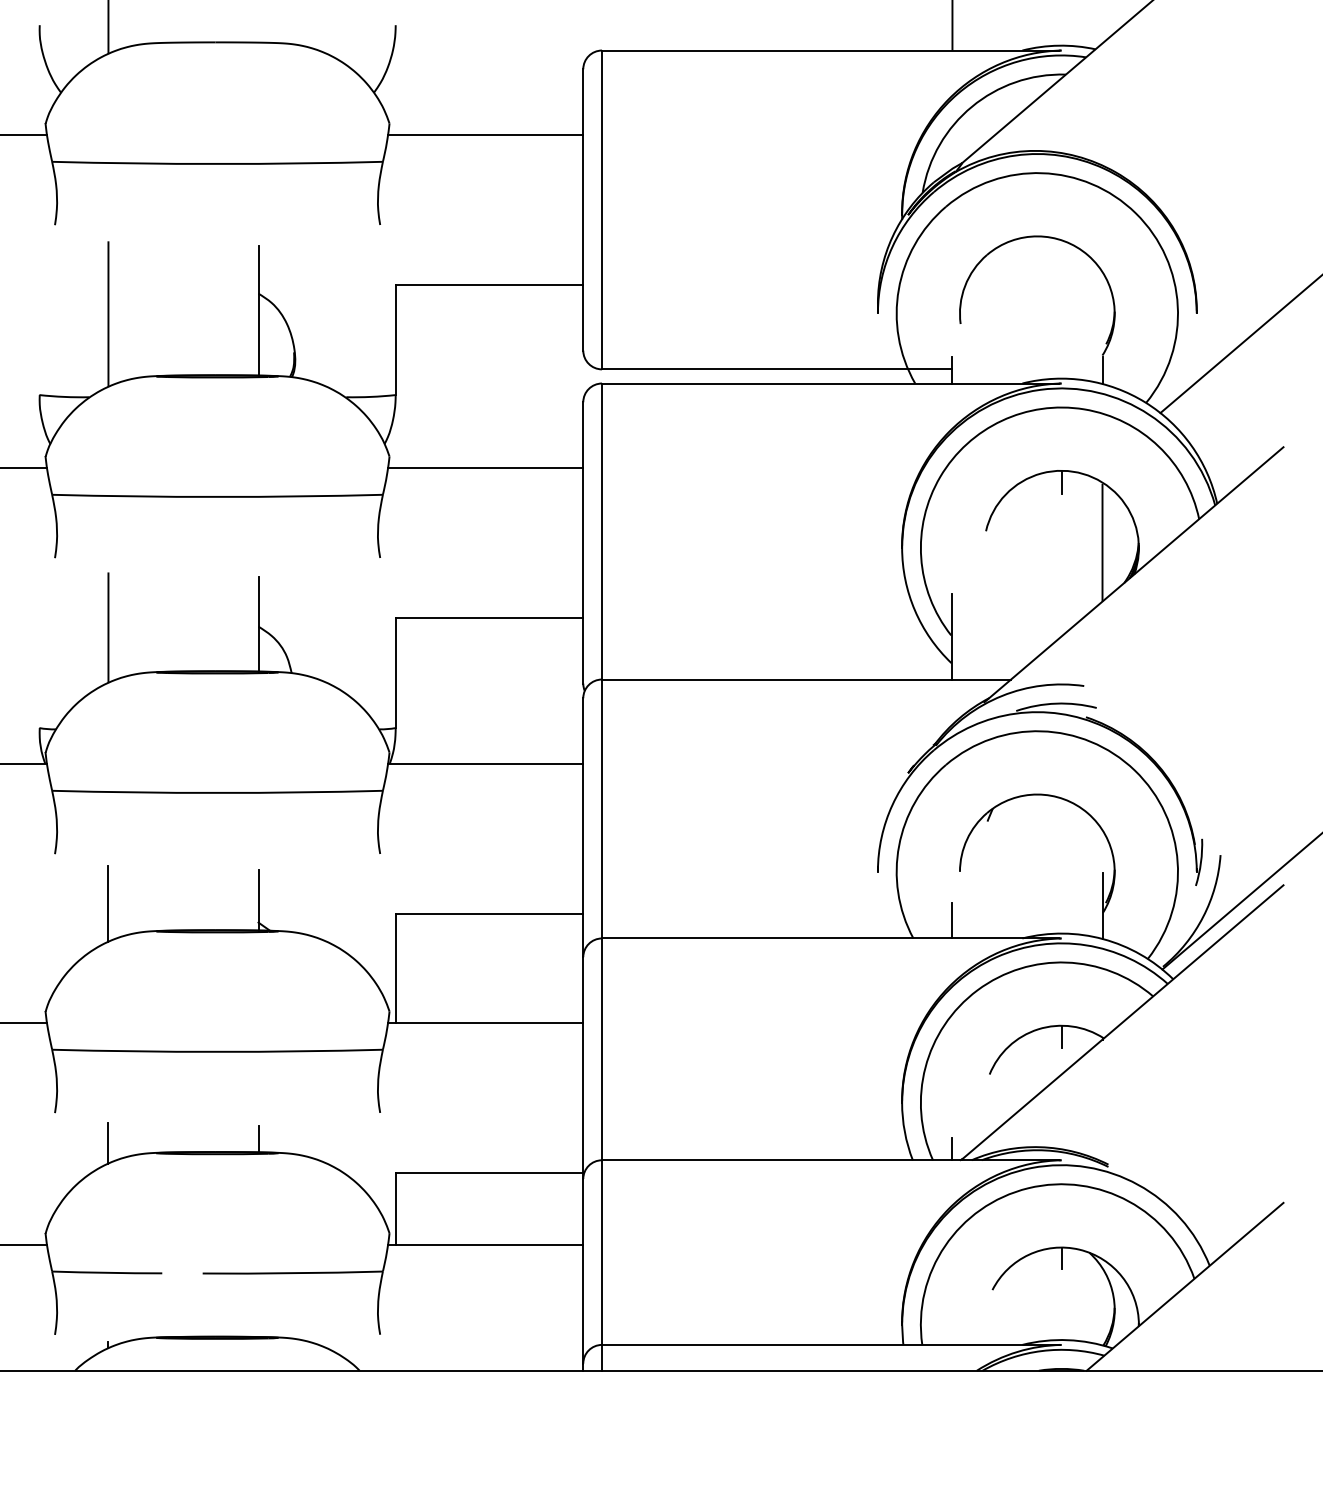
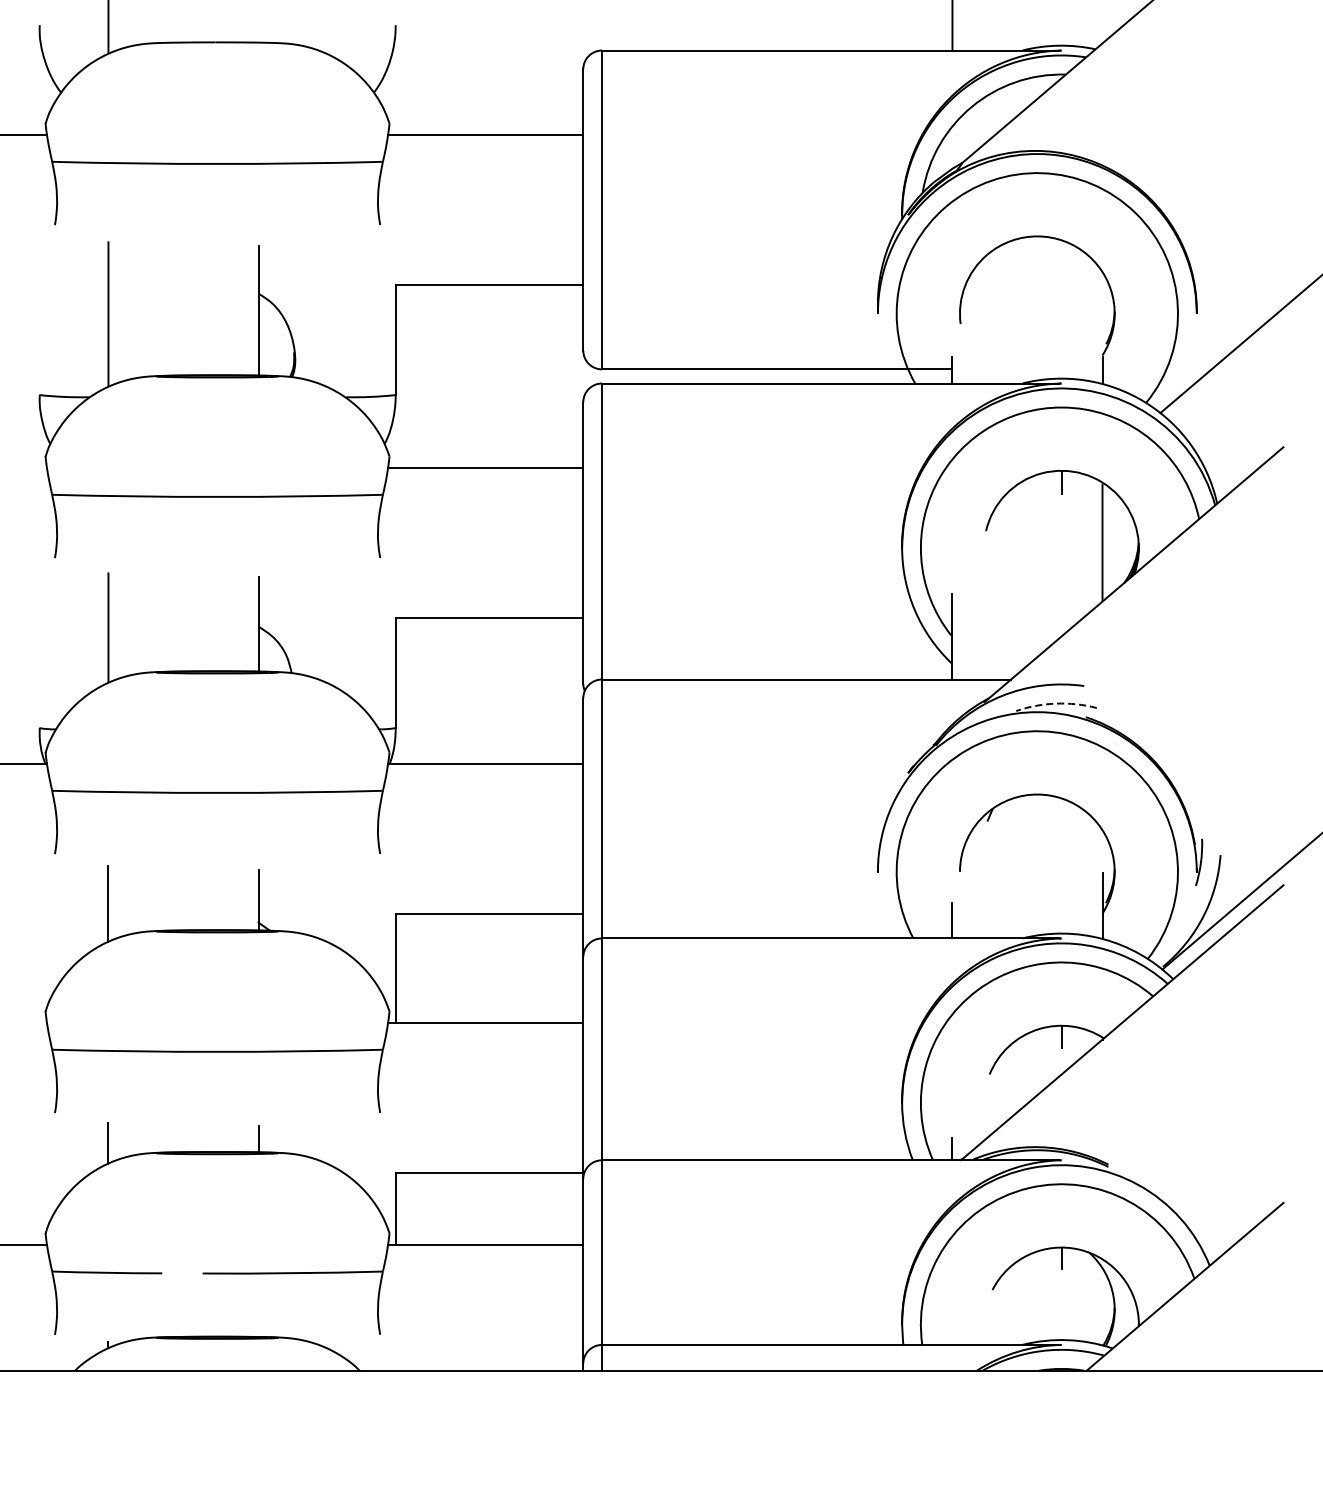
line at (24, 467): present -> none
arc at (1056, 703): solid -> dashed
line at (24, 1022): present -> none
